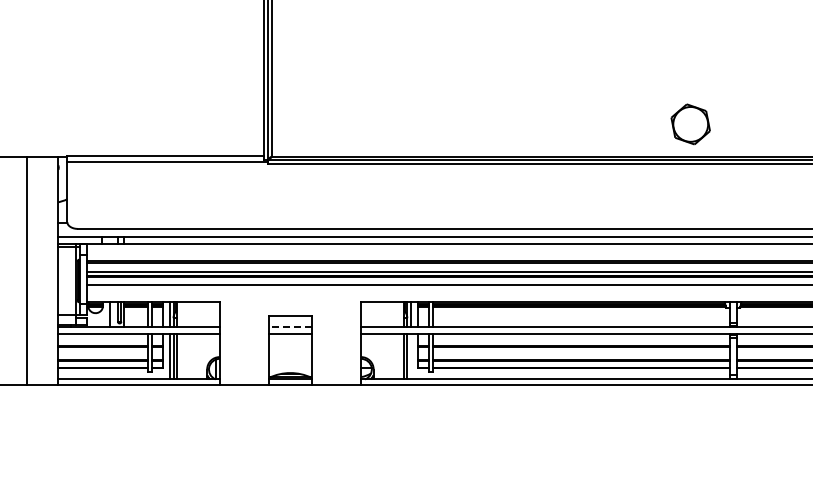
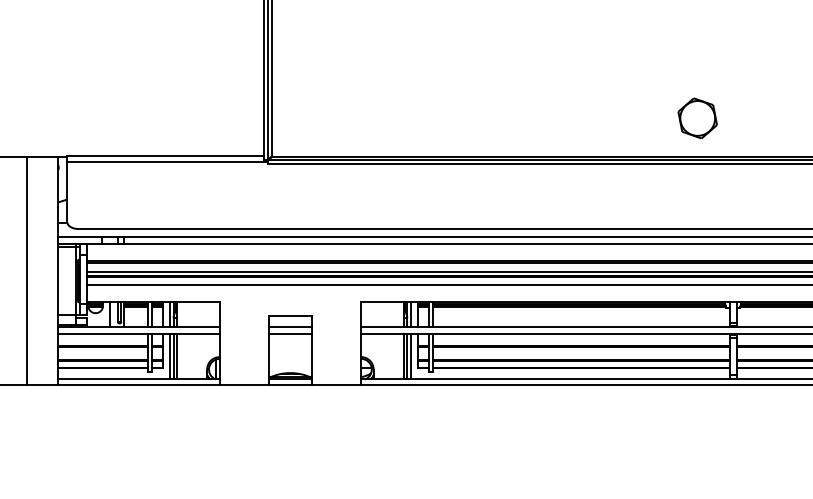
part at (690, 124) position: (690, 124) -> (697, 118)
line at (289, 327): dashed -> solid
line at (410, 356): none -> present
